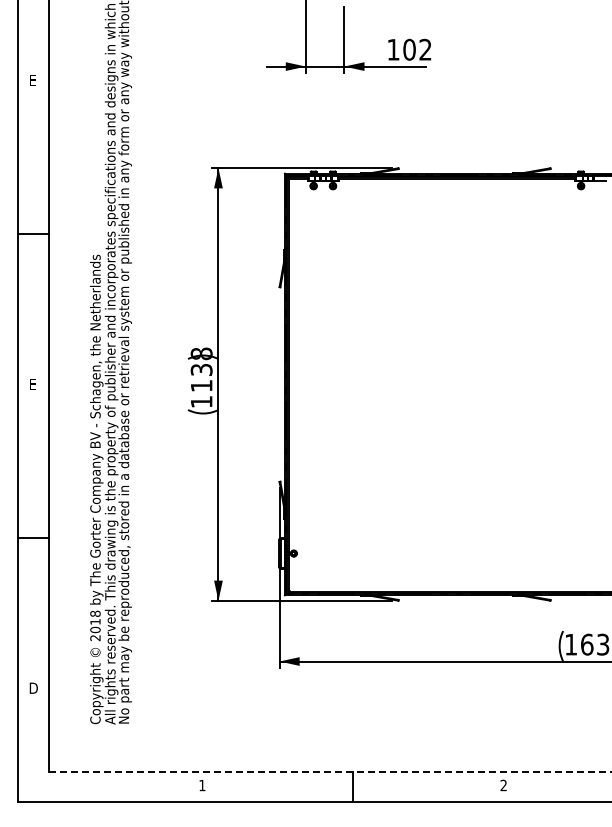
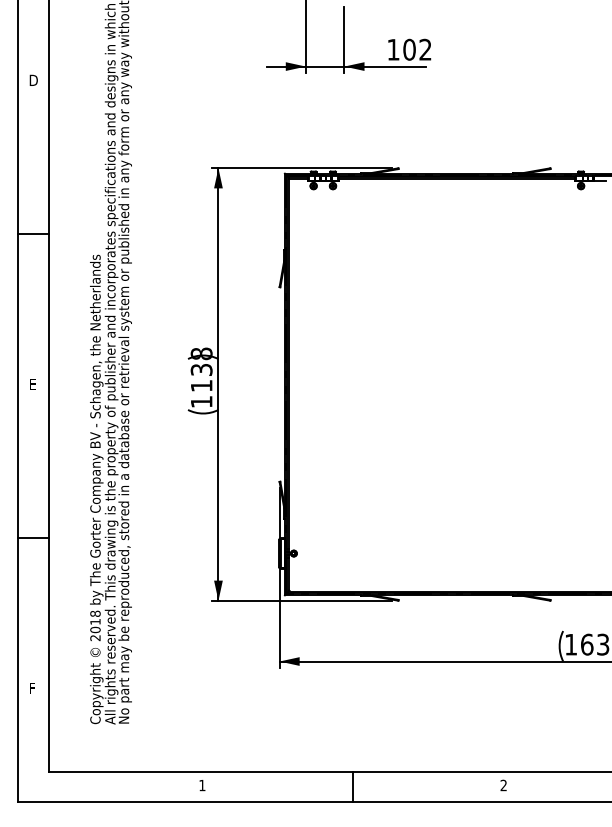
text at (33, 79): E -> D
text at (33, 687): D -> F
line at (330, 771): dashed -> solid
